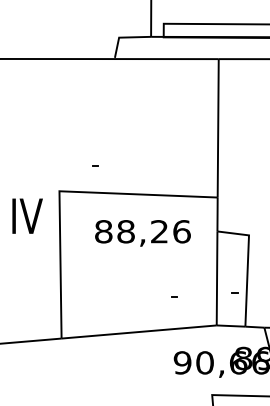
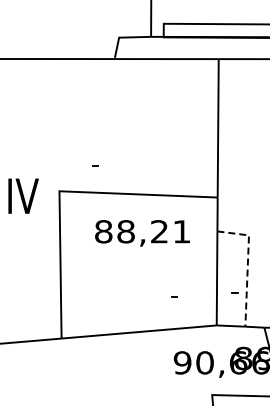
text at (27, 215) position: (27, 215) -> (23, 195)
text at (181, 231): 88,26 -> 88,21
line at (247, 265): solid -> dashed
